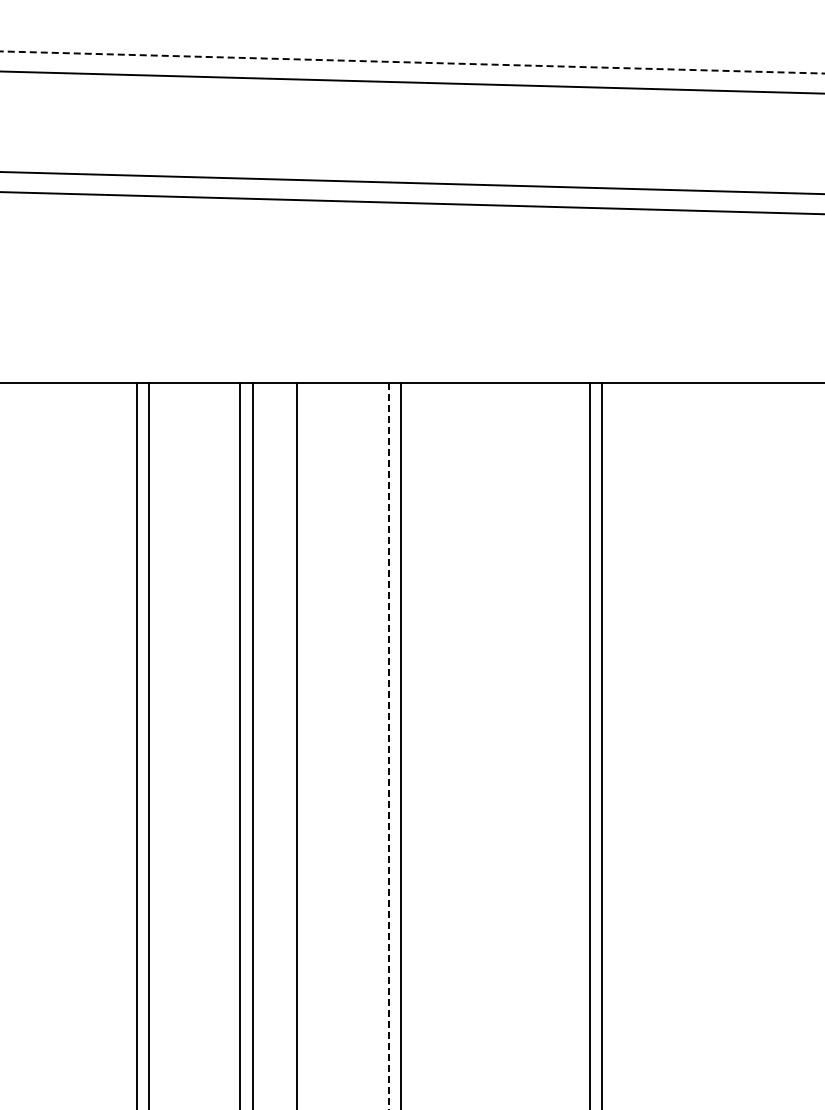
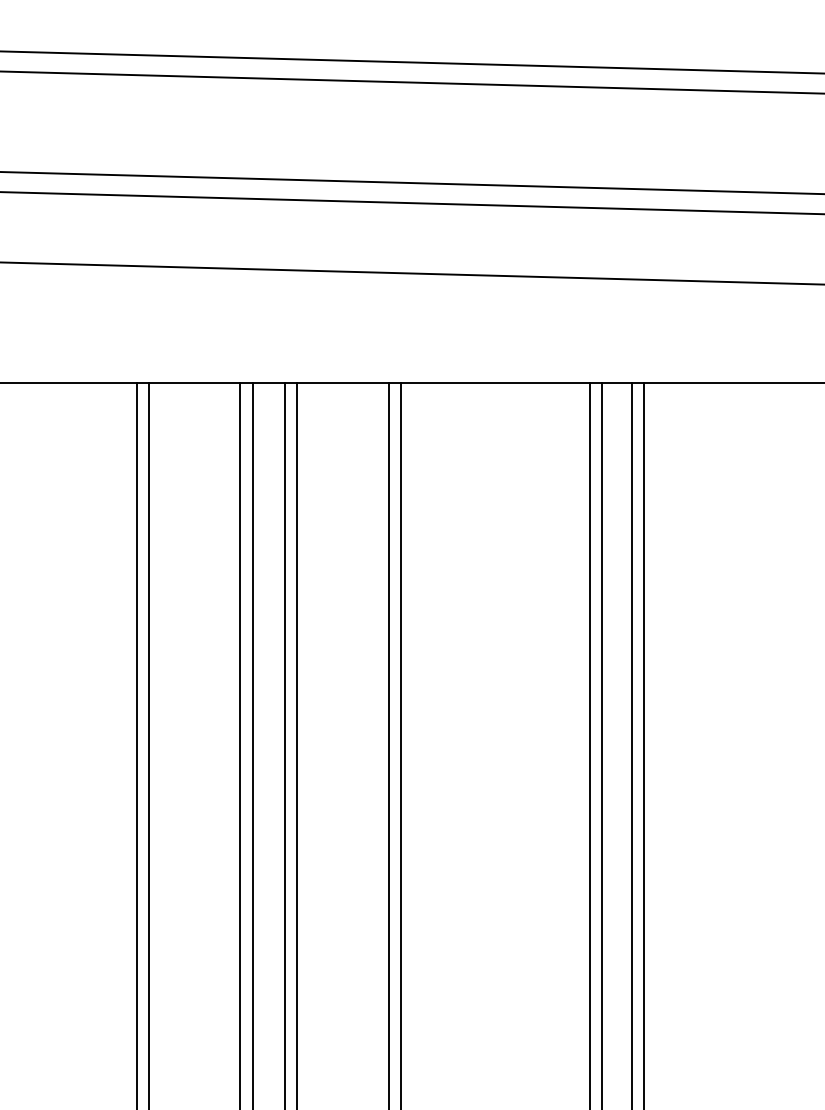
line at (412, 62): dashed -> solid
line at (411, 273): none -> present
line at (285, 744): none -> present
line at (631, 744): none -> present
line at (643, 744): none -> present
line at (389, 746): dashed -> solid
